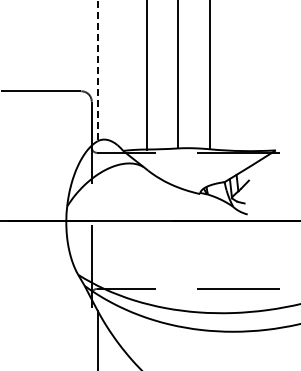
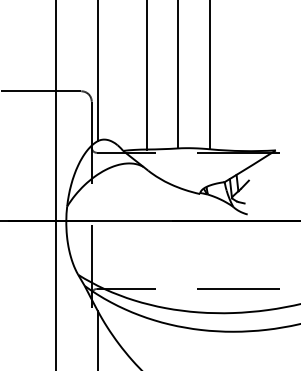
line at (97, 71): dashed -> solid
line at (56, 184): none -> present
